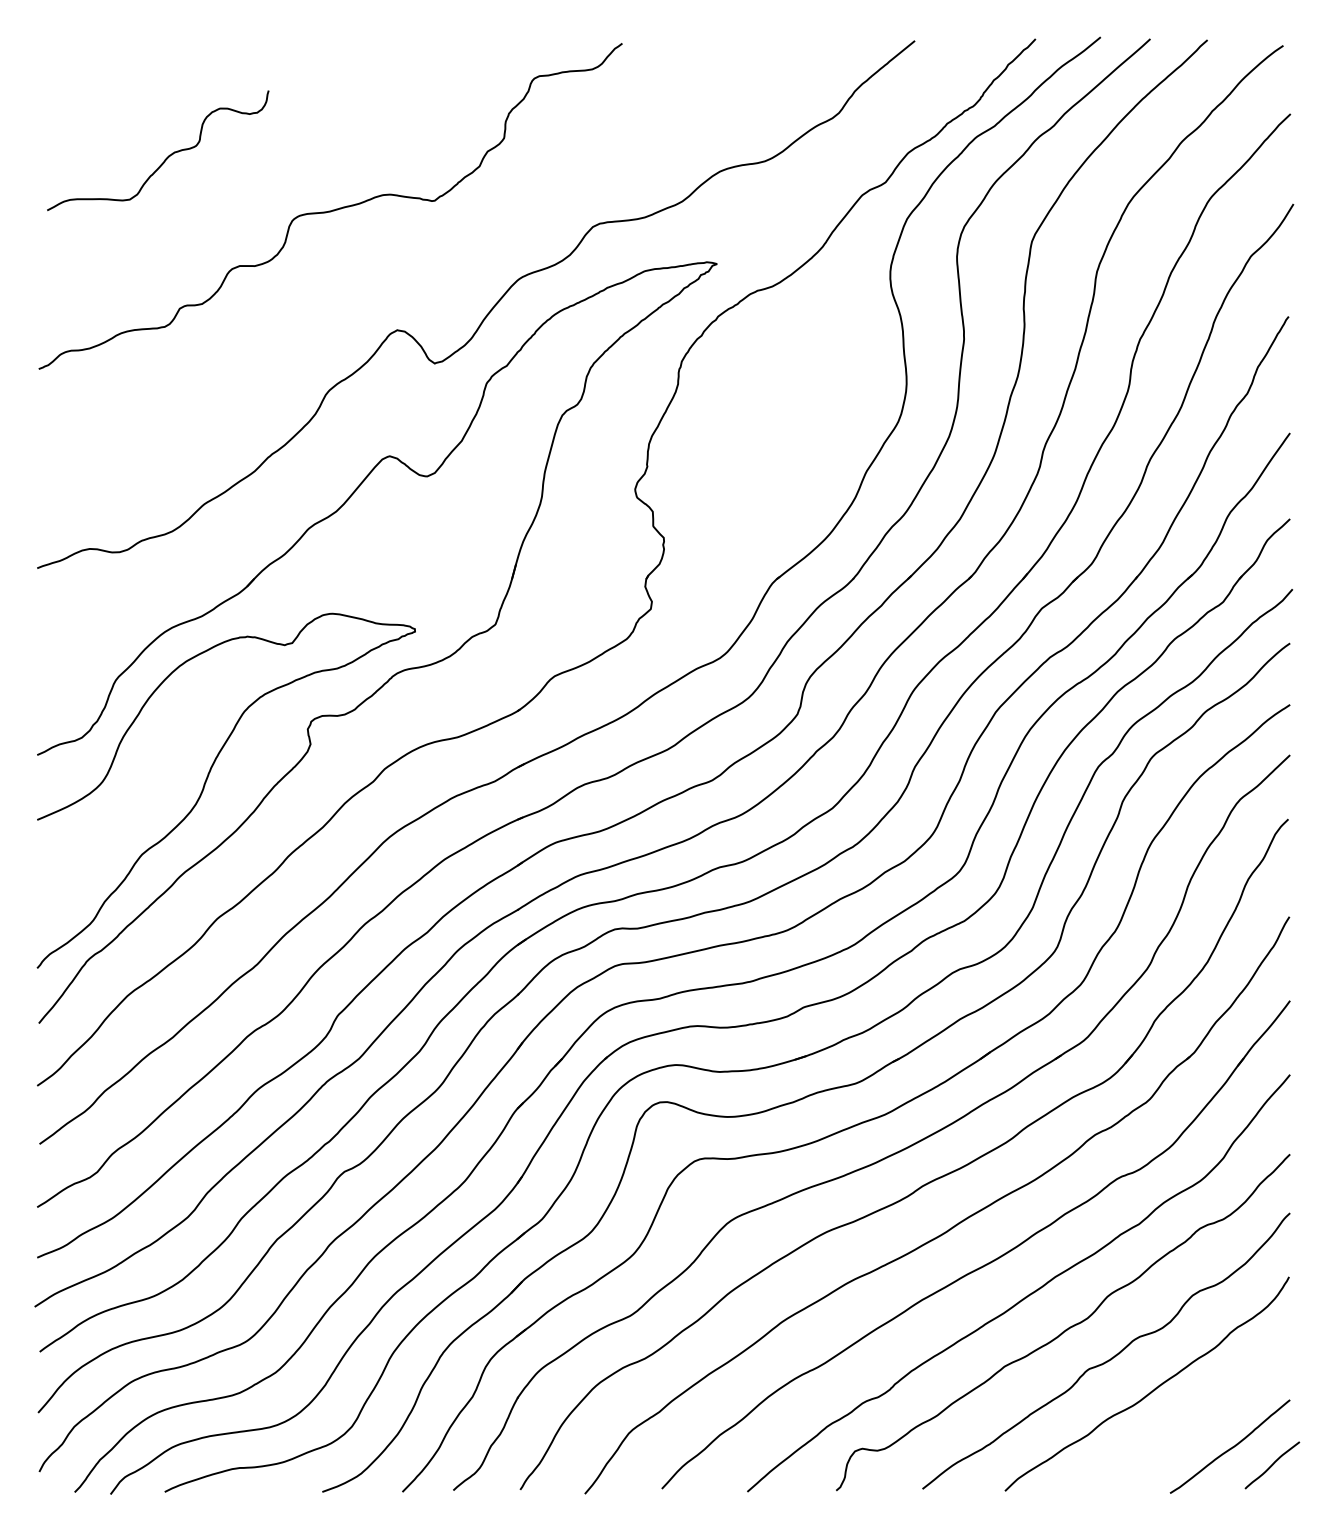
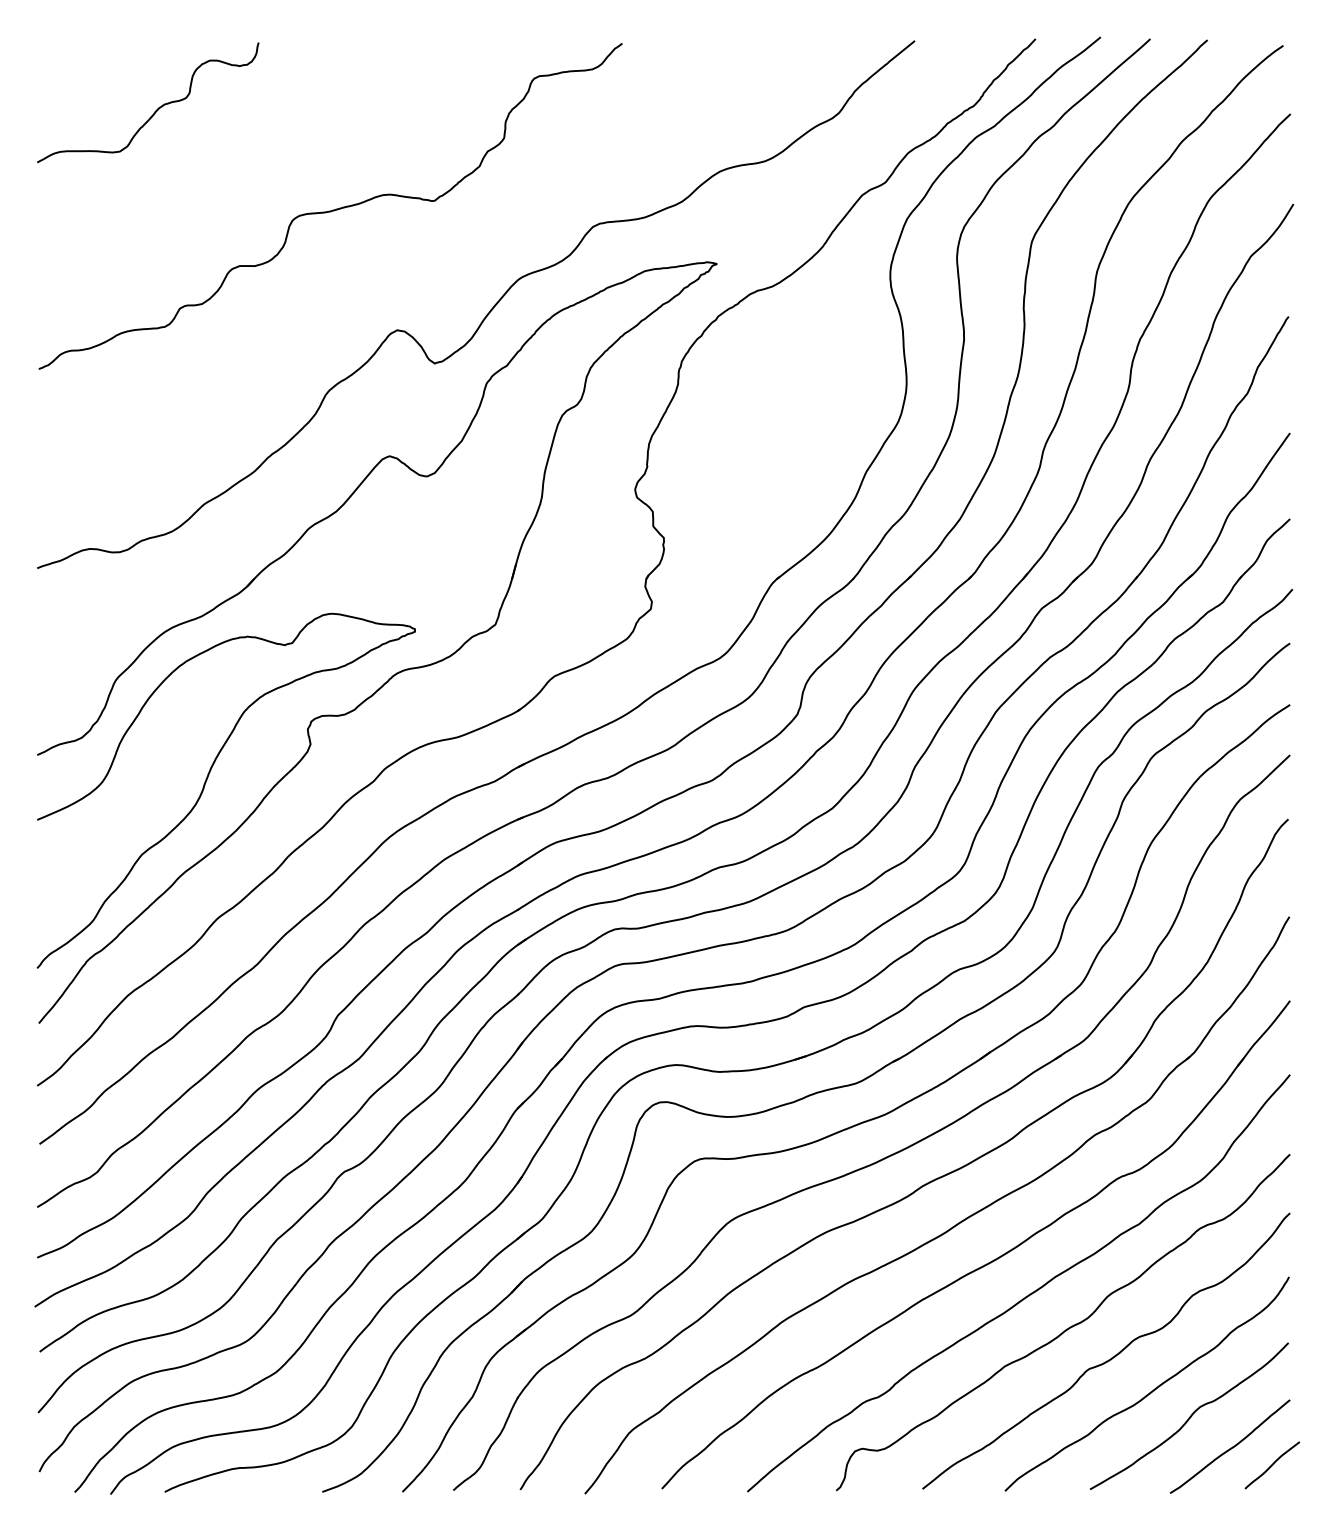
curve at (166, 157) position: (166, 157) -> (156, 109)
curve at (1189, 1416): none -> present
